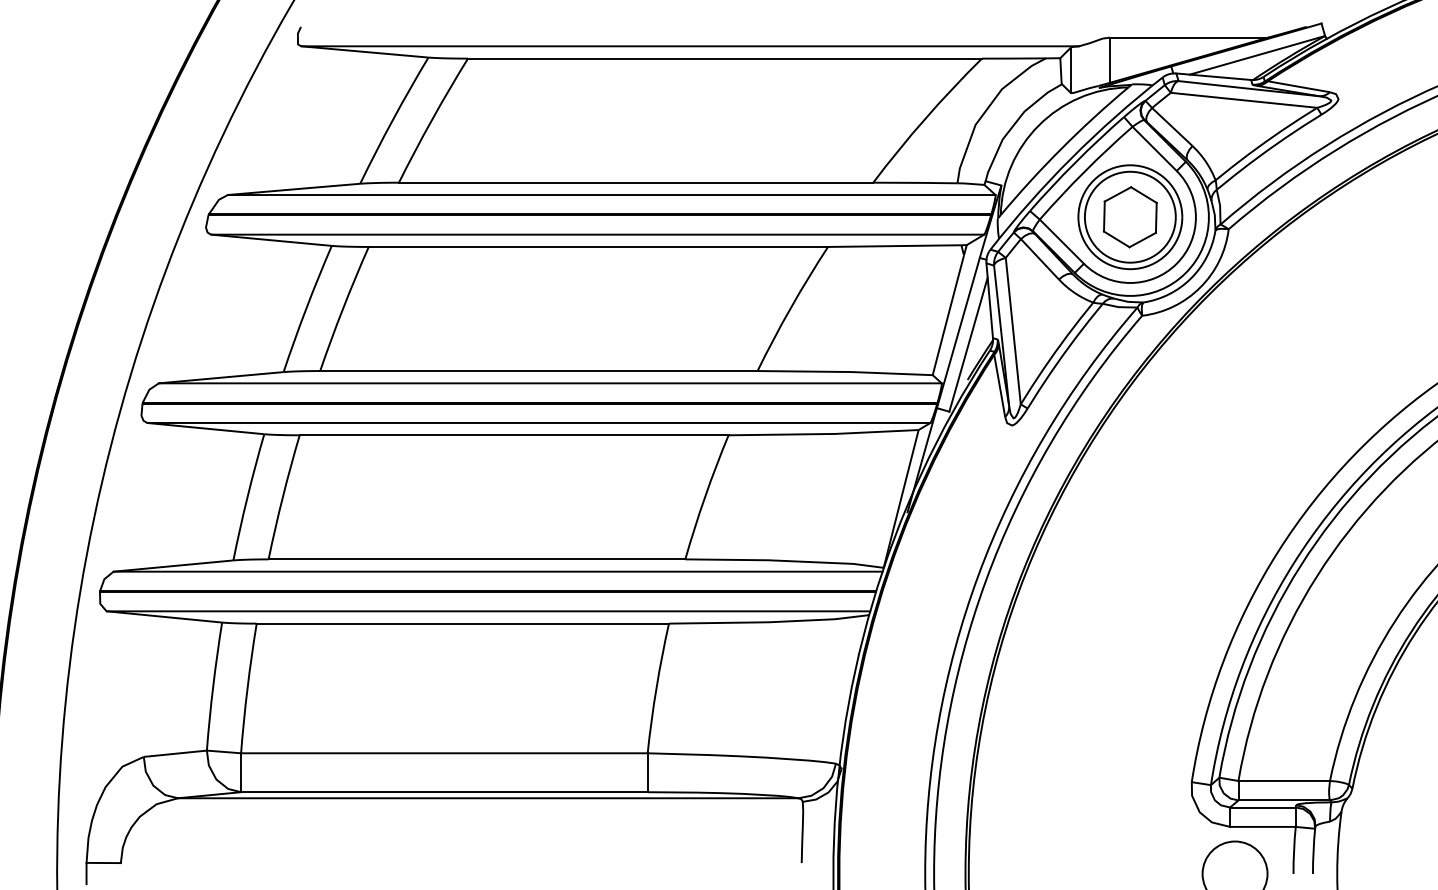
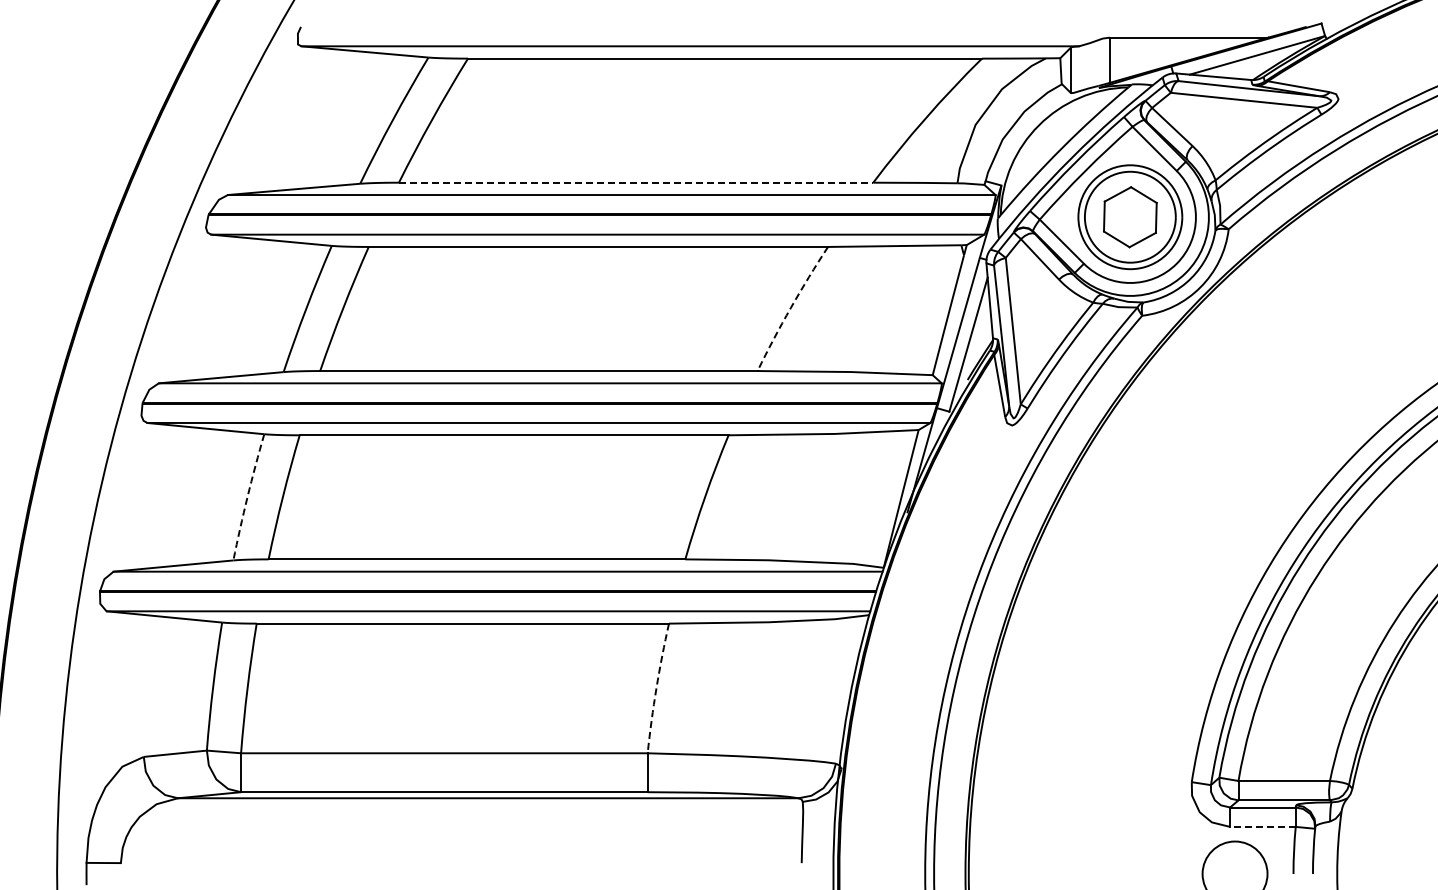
line at (636, 182): solid -> dashed
arc at (790, 307): solid -> dashed
arc at (247, 497): solid -> dashed
arc at (656, 688): solid -> dashed
line at (1262, 826): solid -> dashed
